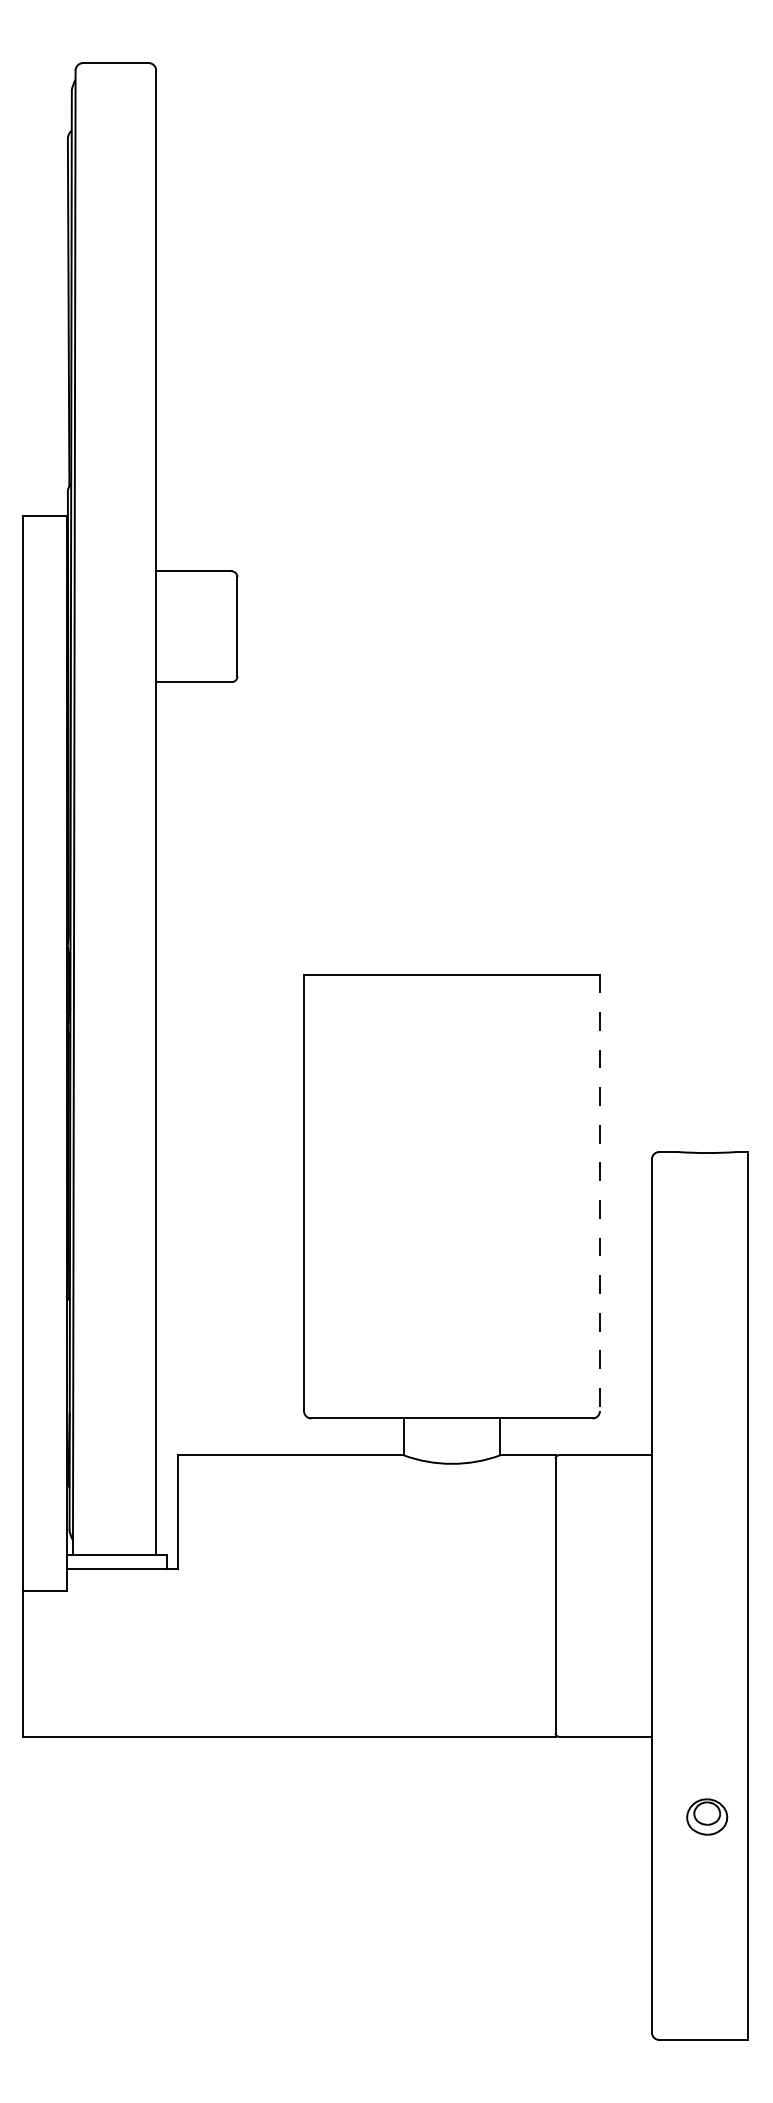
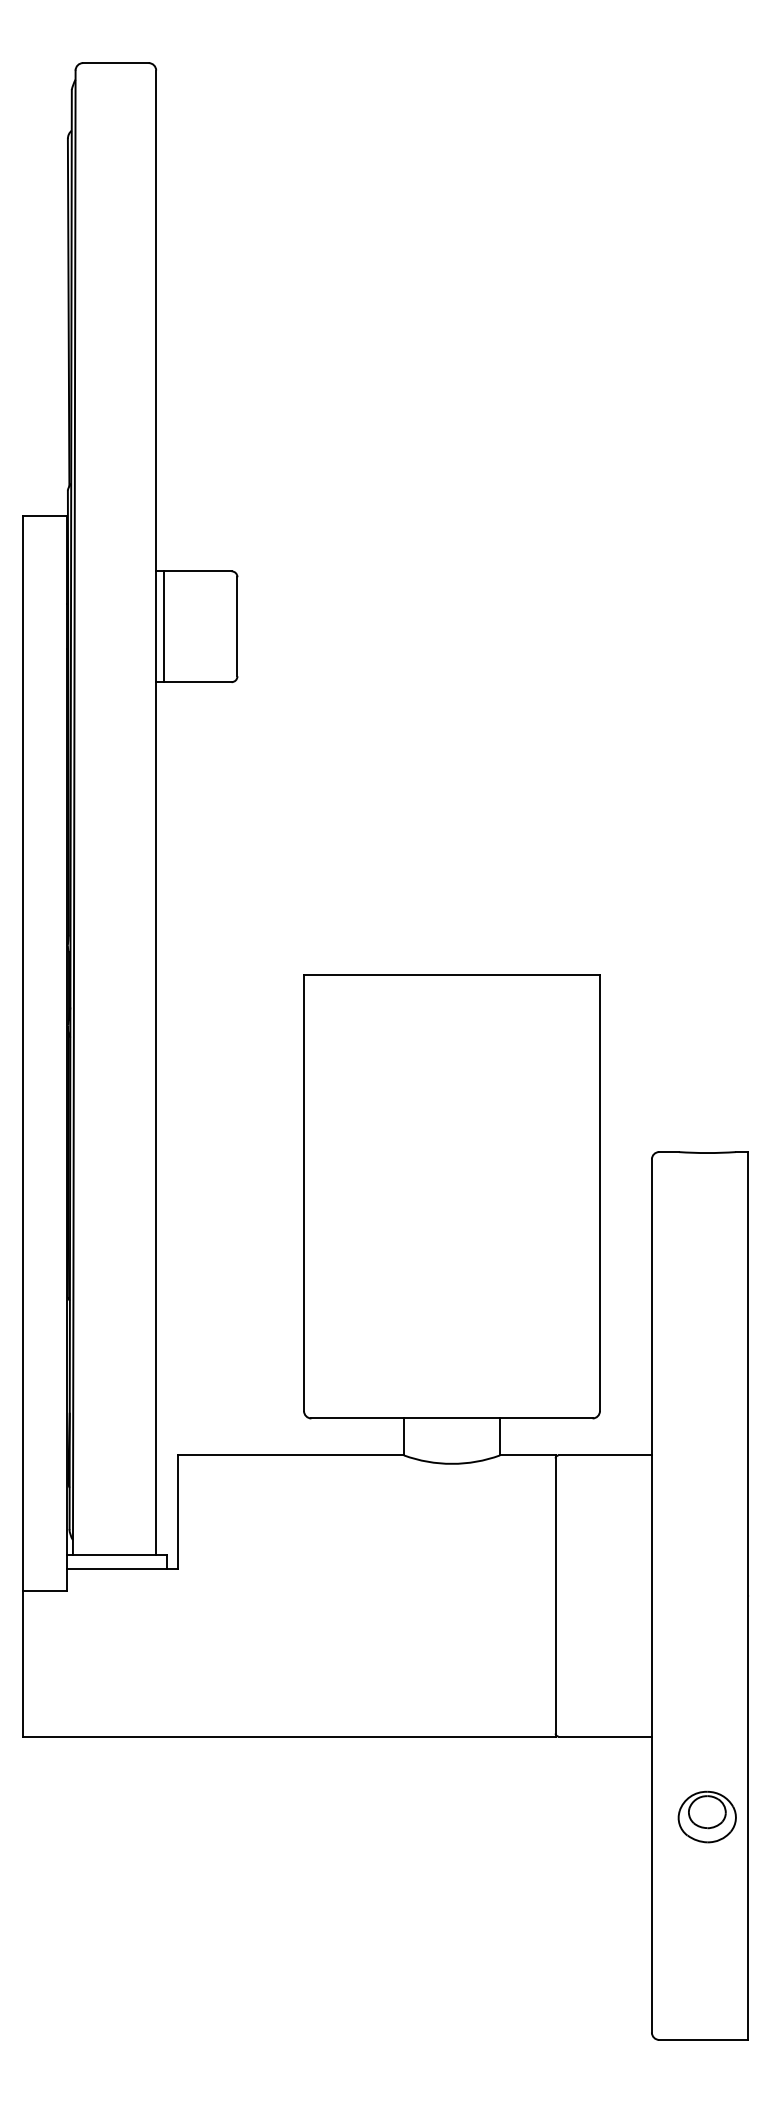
line at (163, 626): none -> present
line at (600, 1193): dashed -> solid
part at (707, 1816) size: 43x38 px -> 60x54 px
